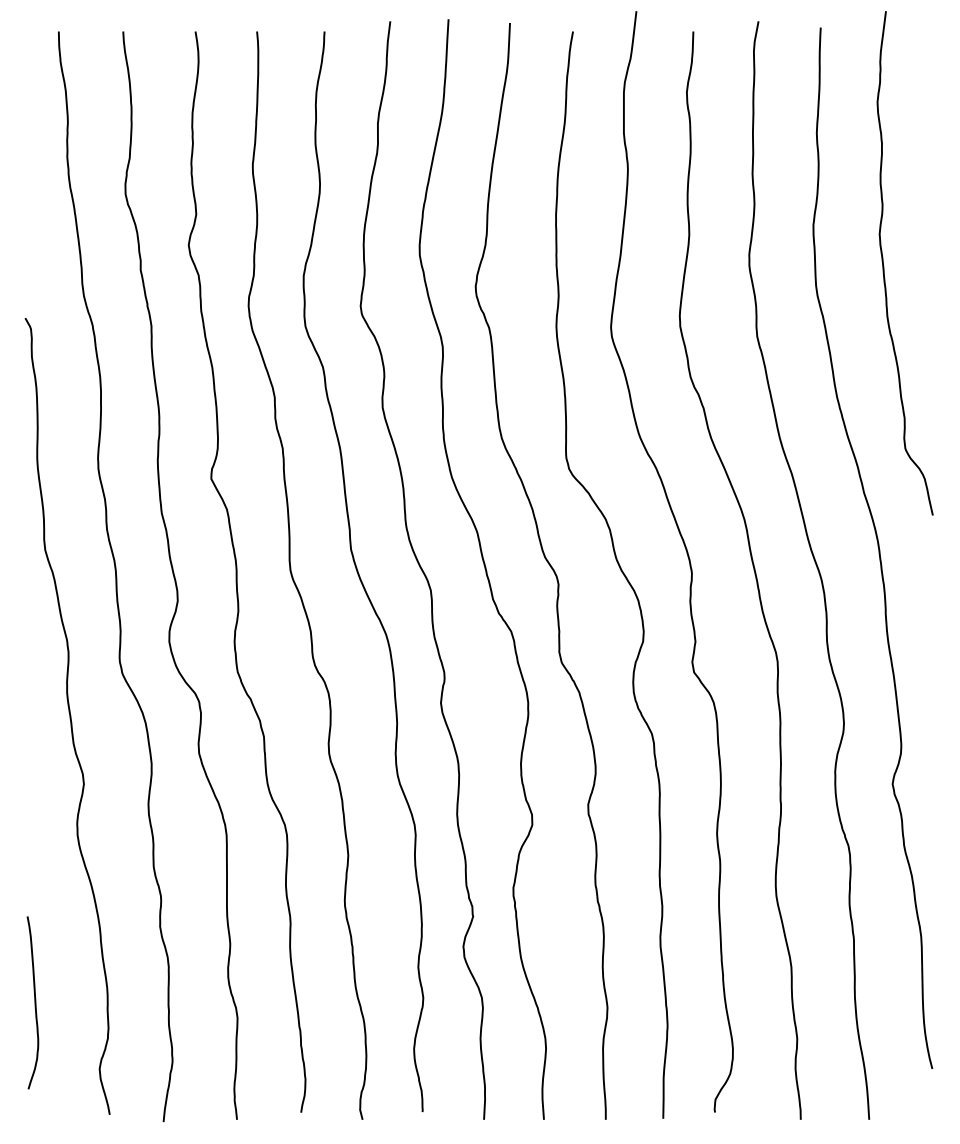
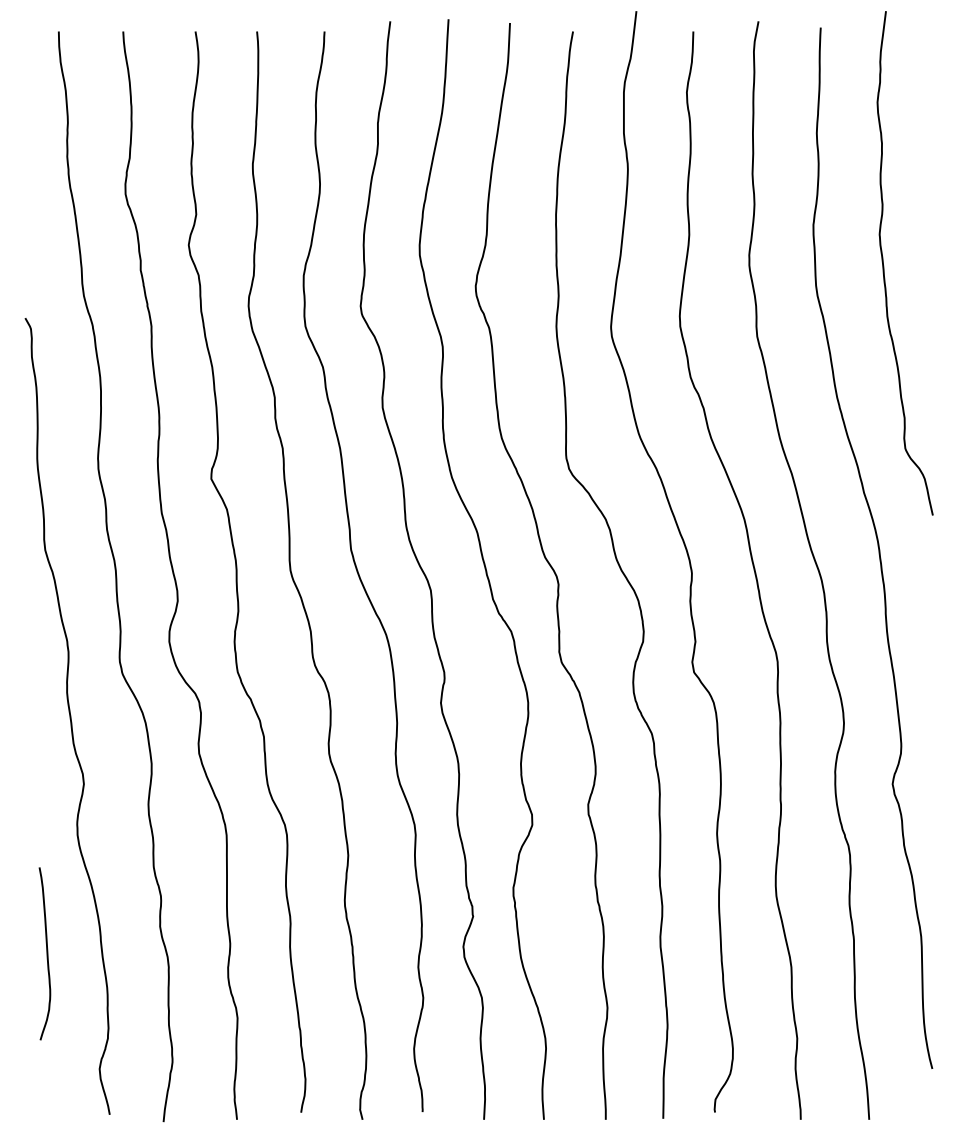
curve at (34, 1002) position: (34, 1002) -> (46, 953)
